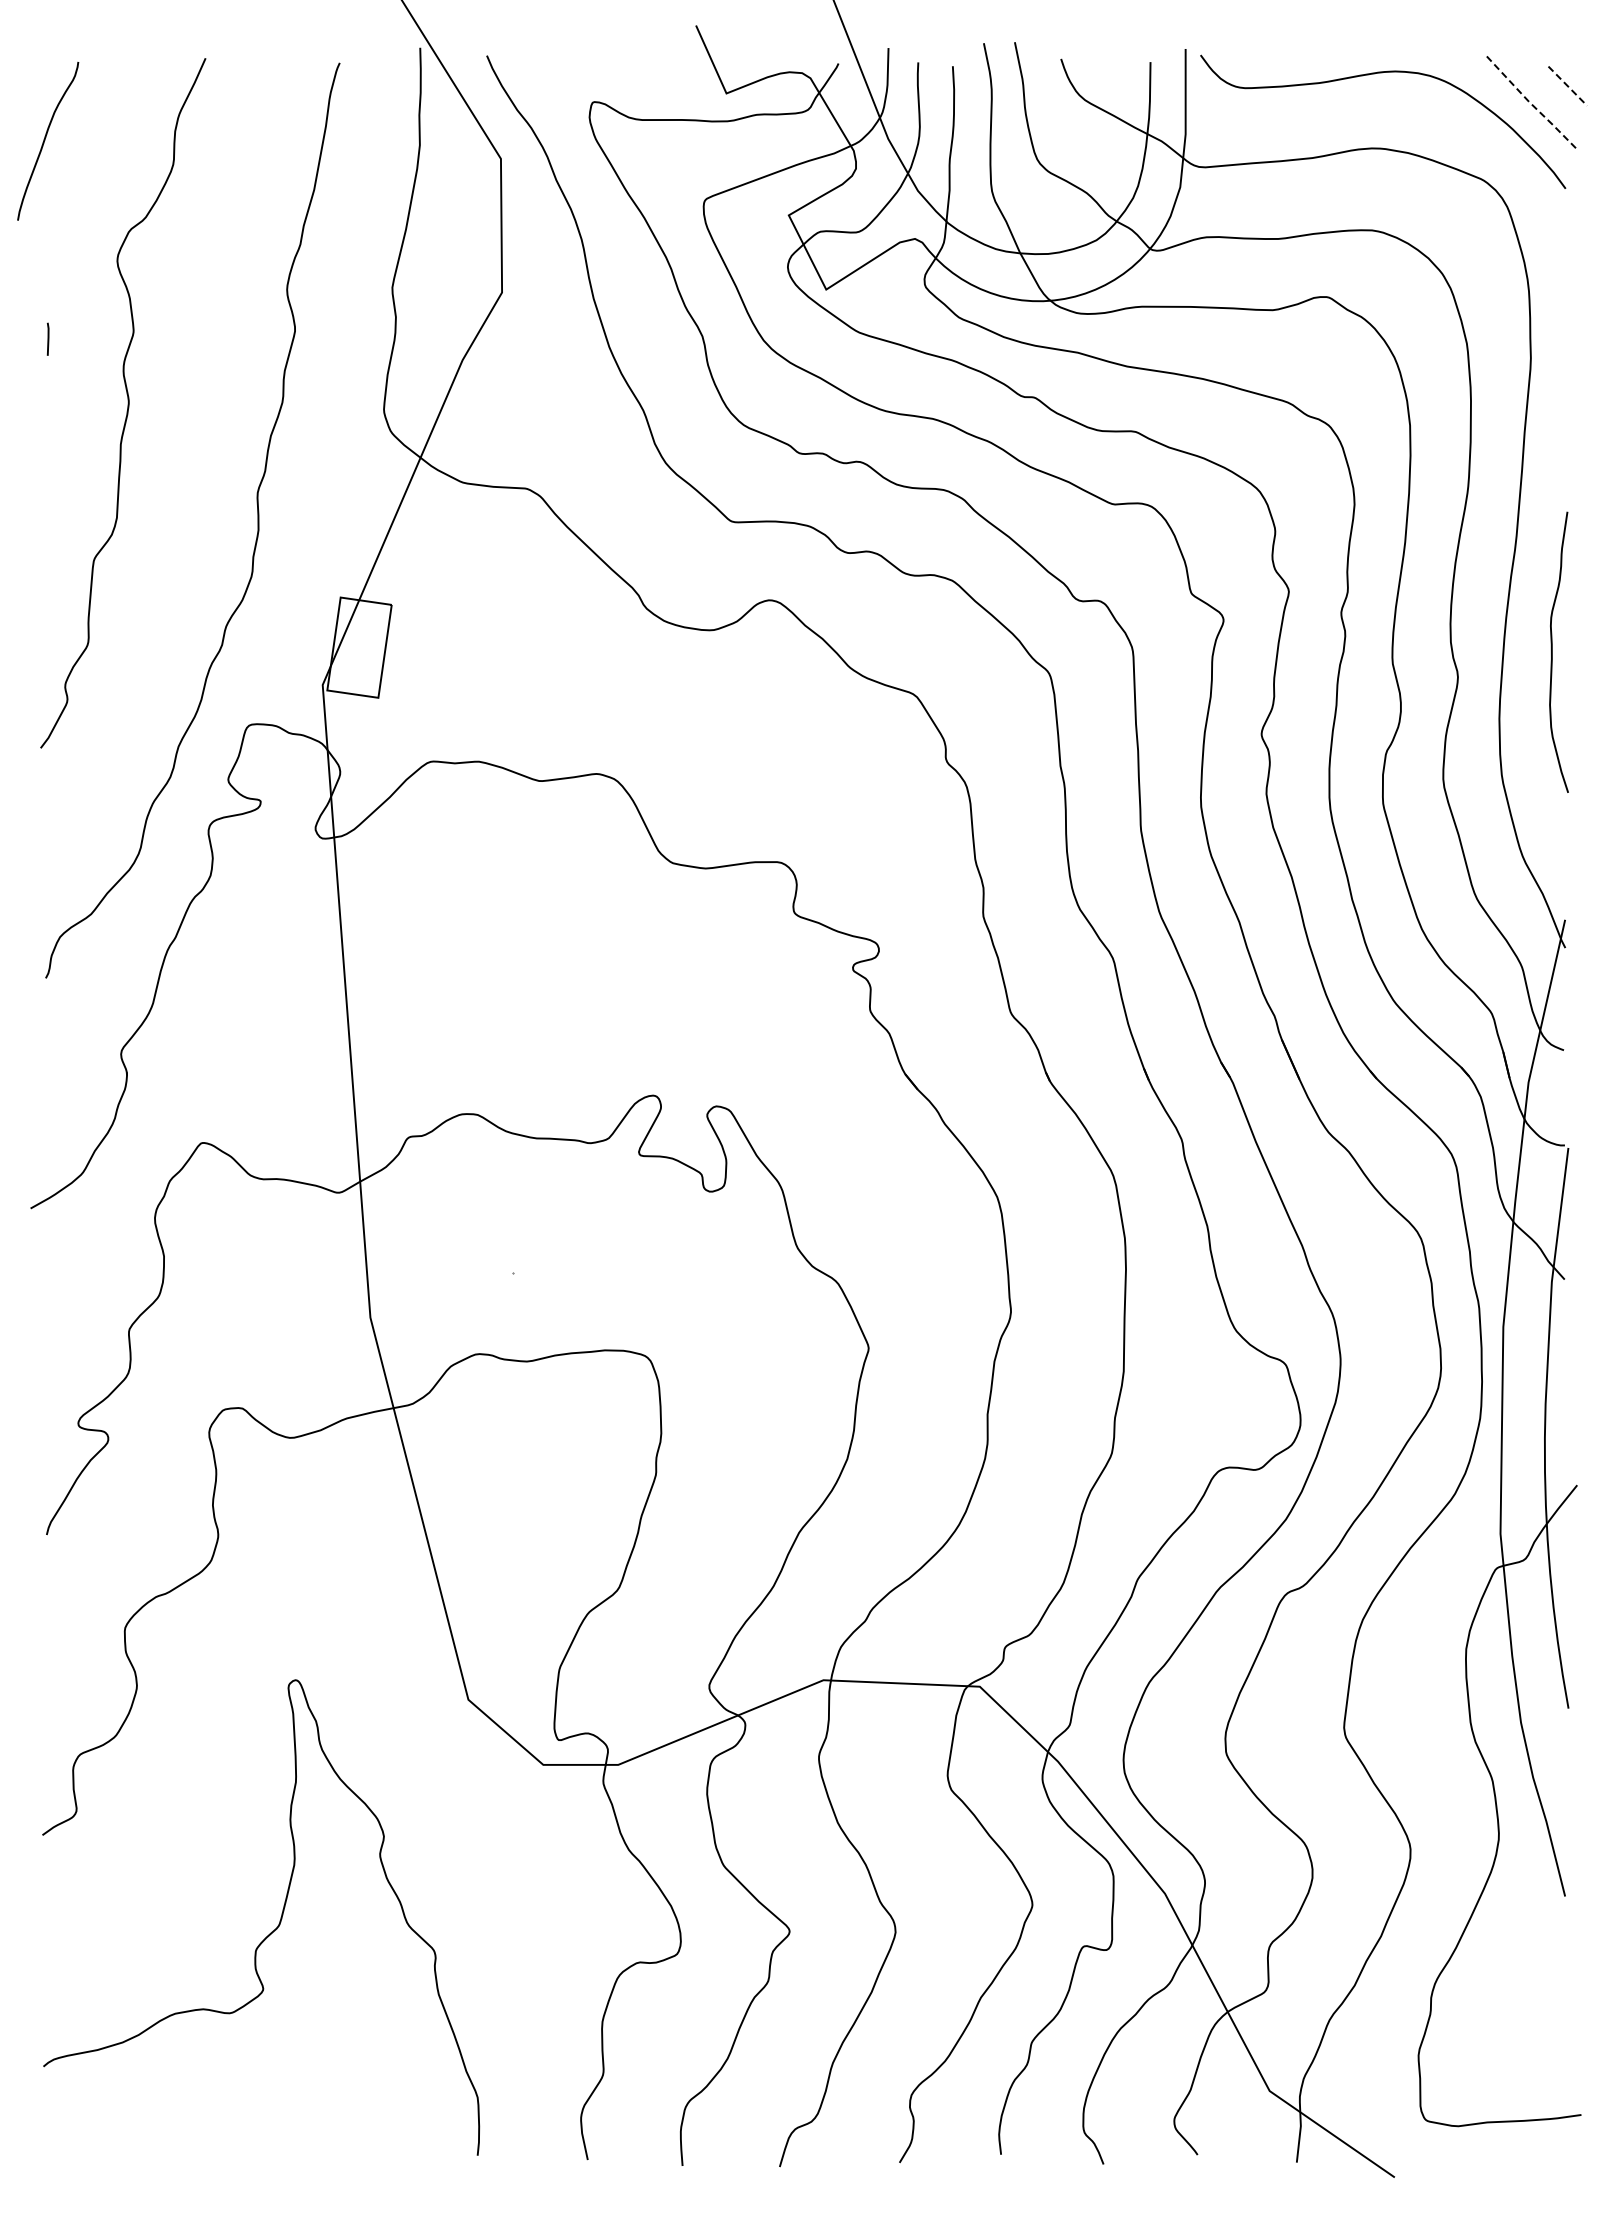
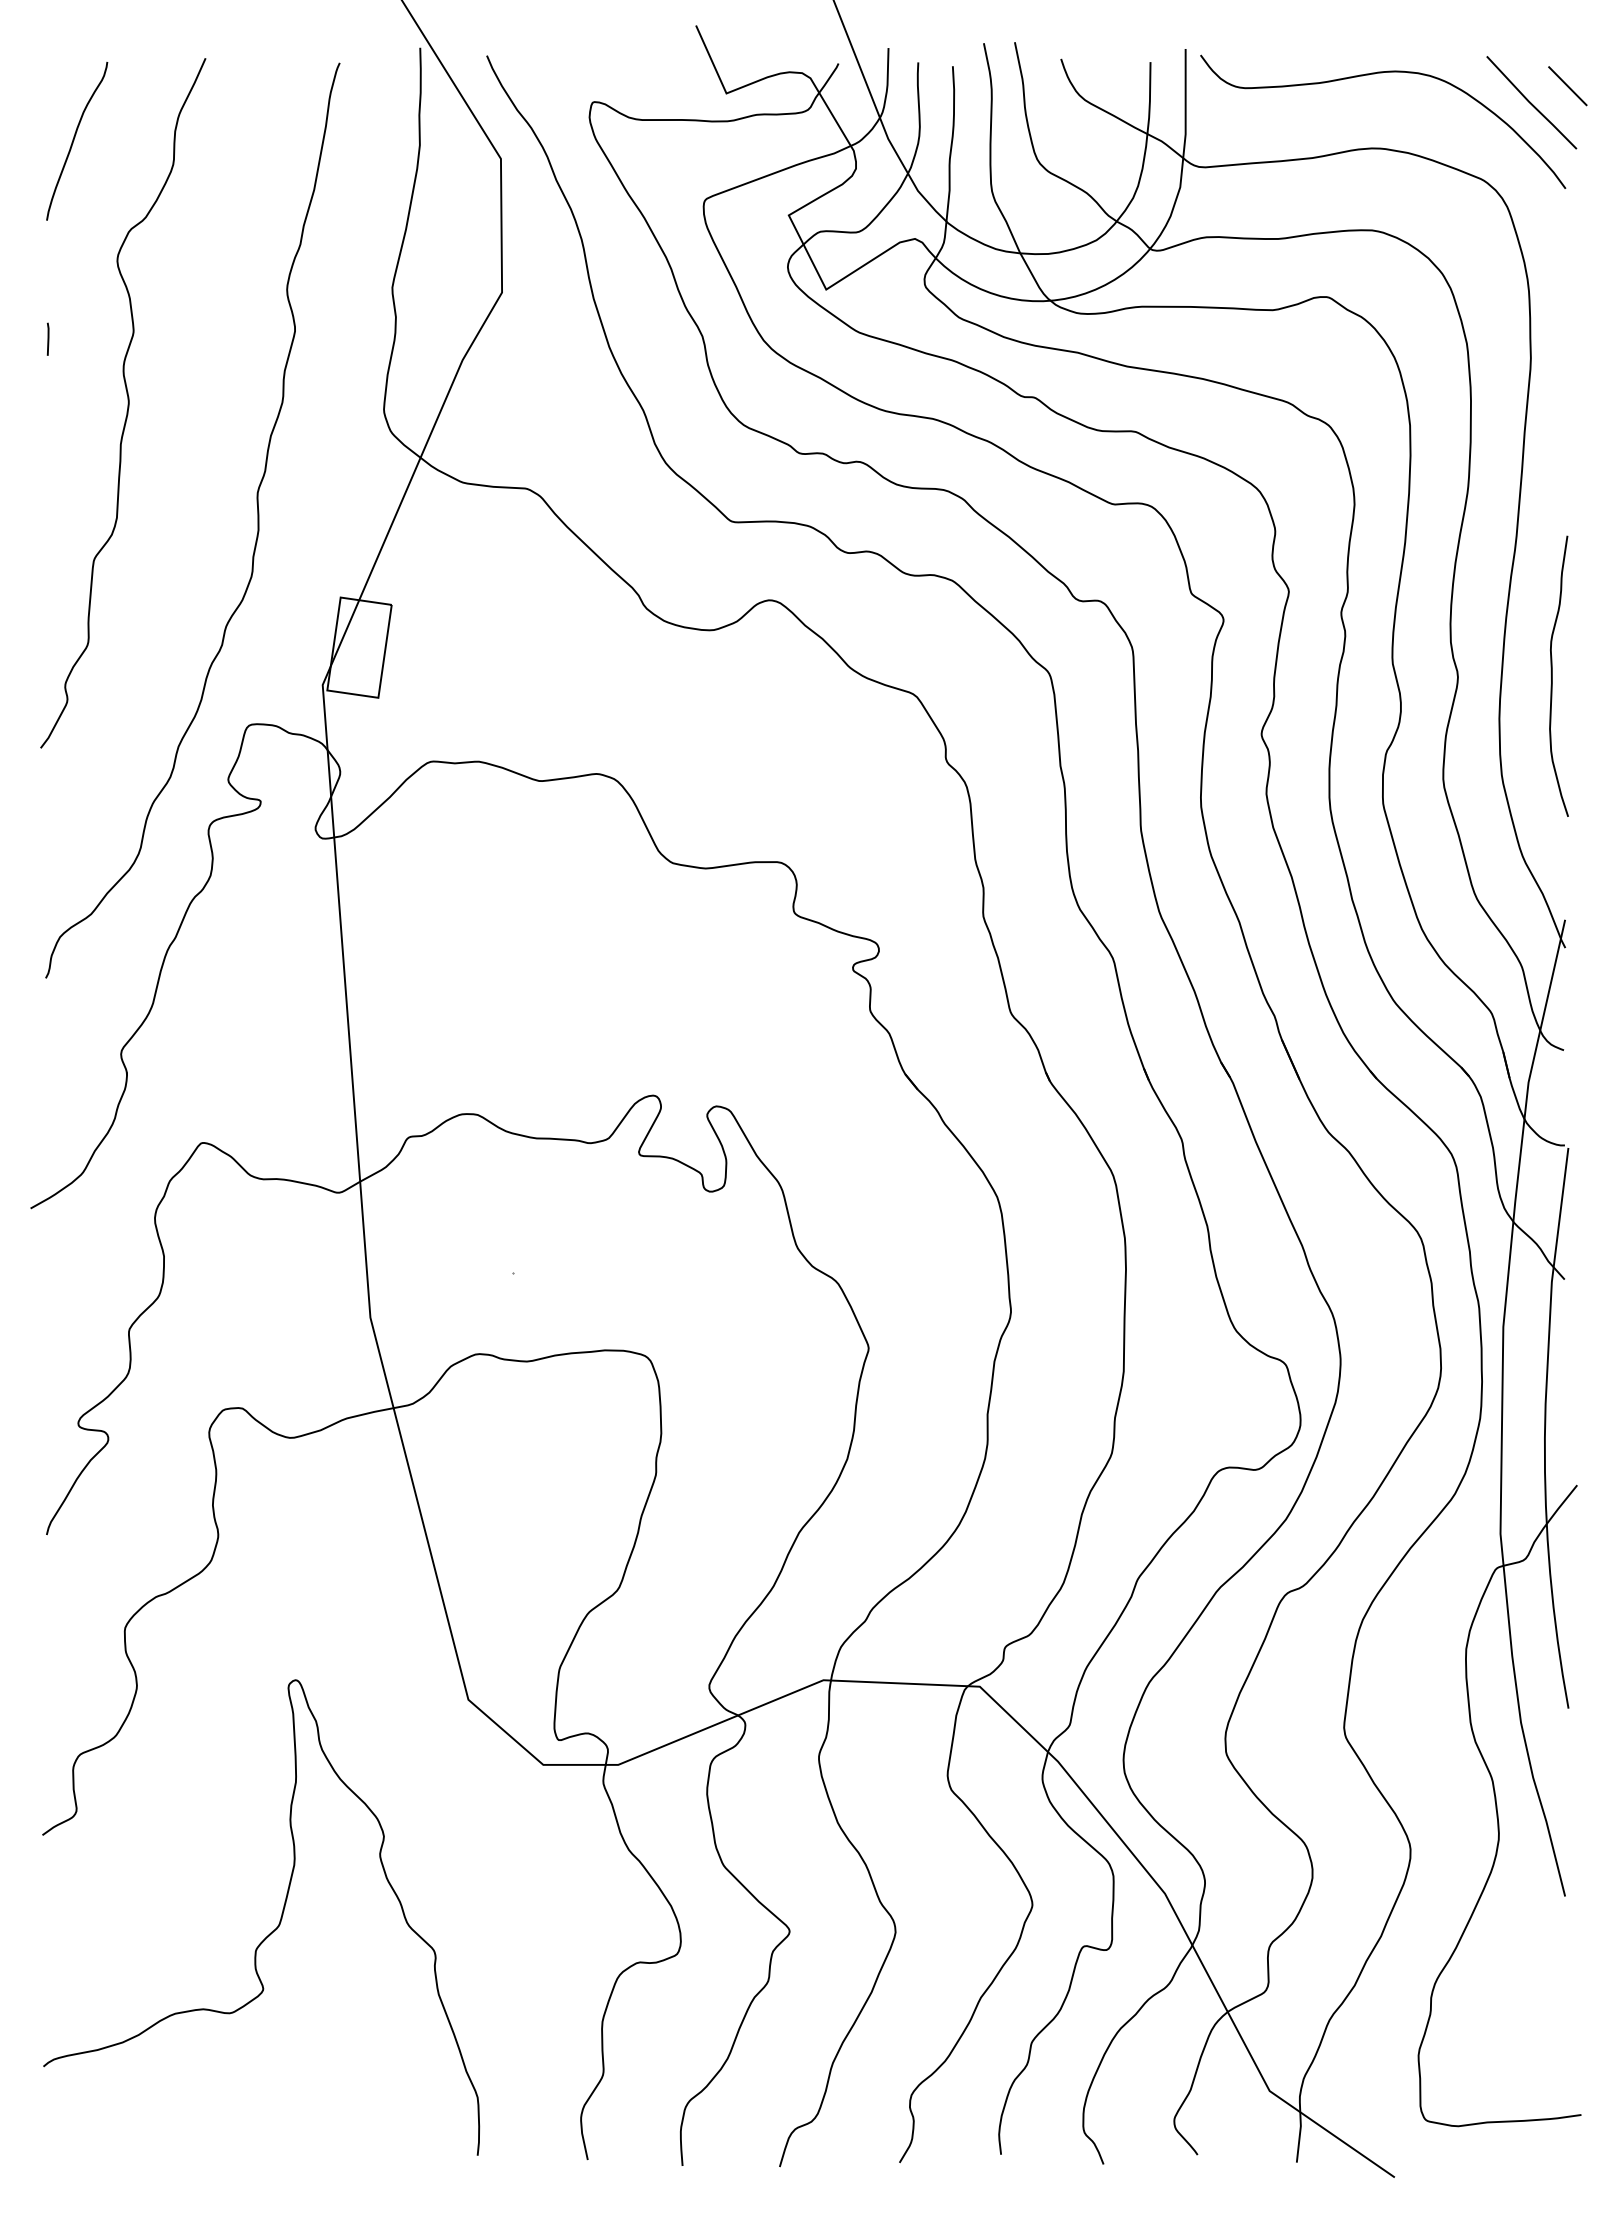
line at (1567, 86): dashed -> solid
line at (1531, 103): dashed -> solid
curve at (45, 140) position: (45, 140) -> (74, 140)
curve at (1552, 651) position: (1552, 651) -> (1552, 675)
